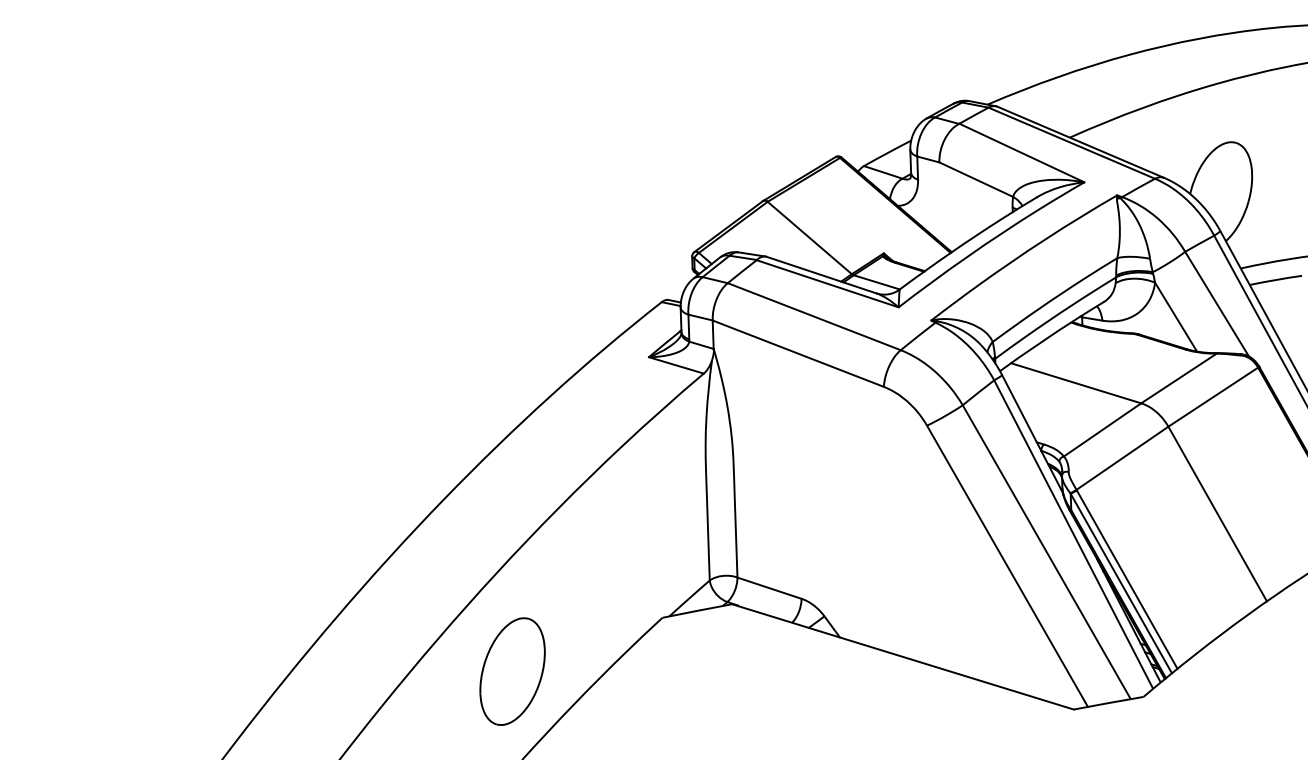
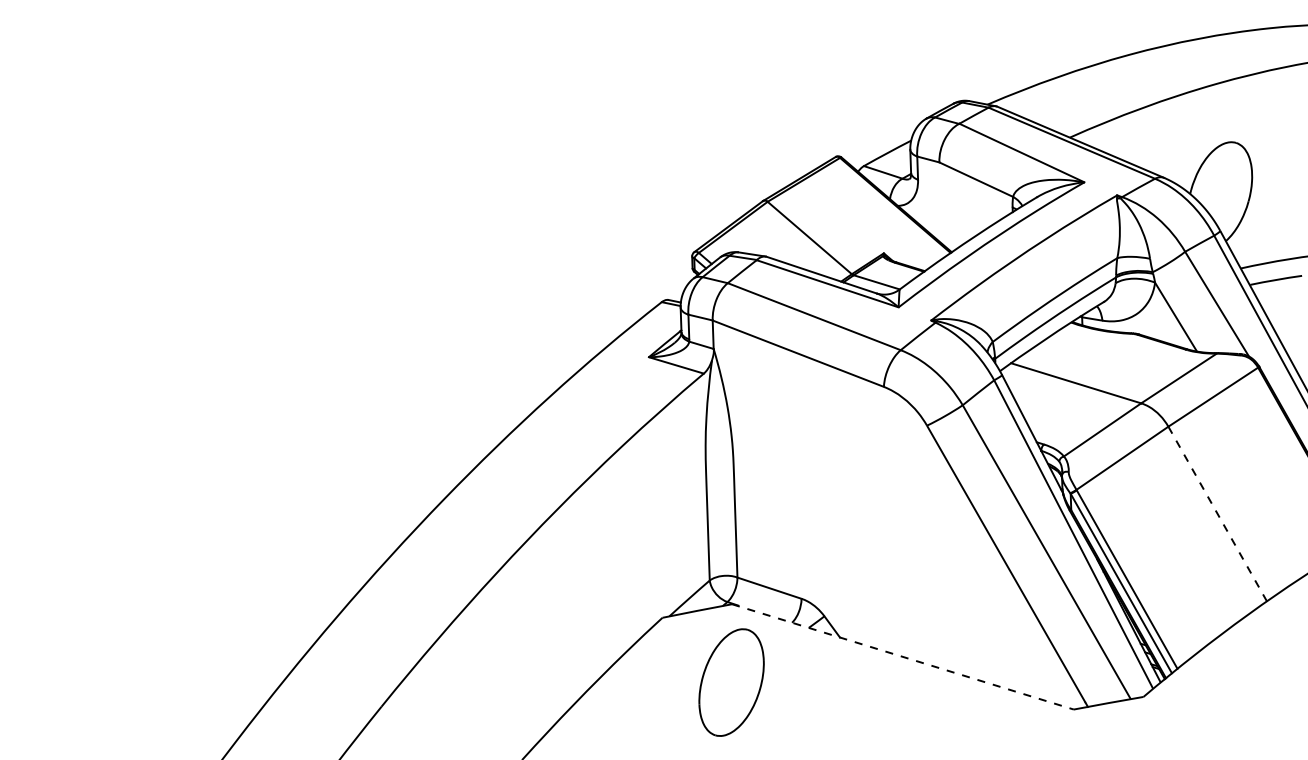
line at (1217, 513): solid -> dashed
line at (902, 656): solid -> dashed
part at (512, 671) position: (512, 671) -> (731, 682)
